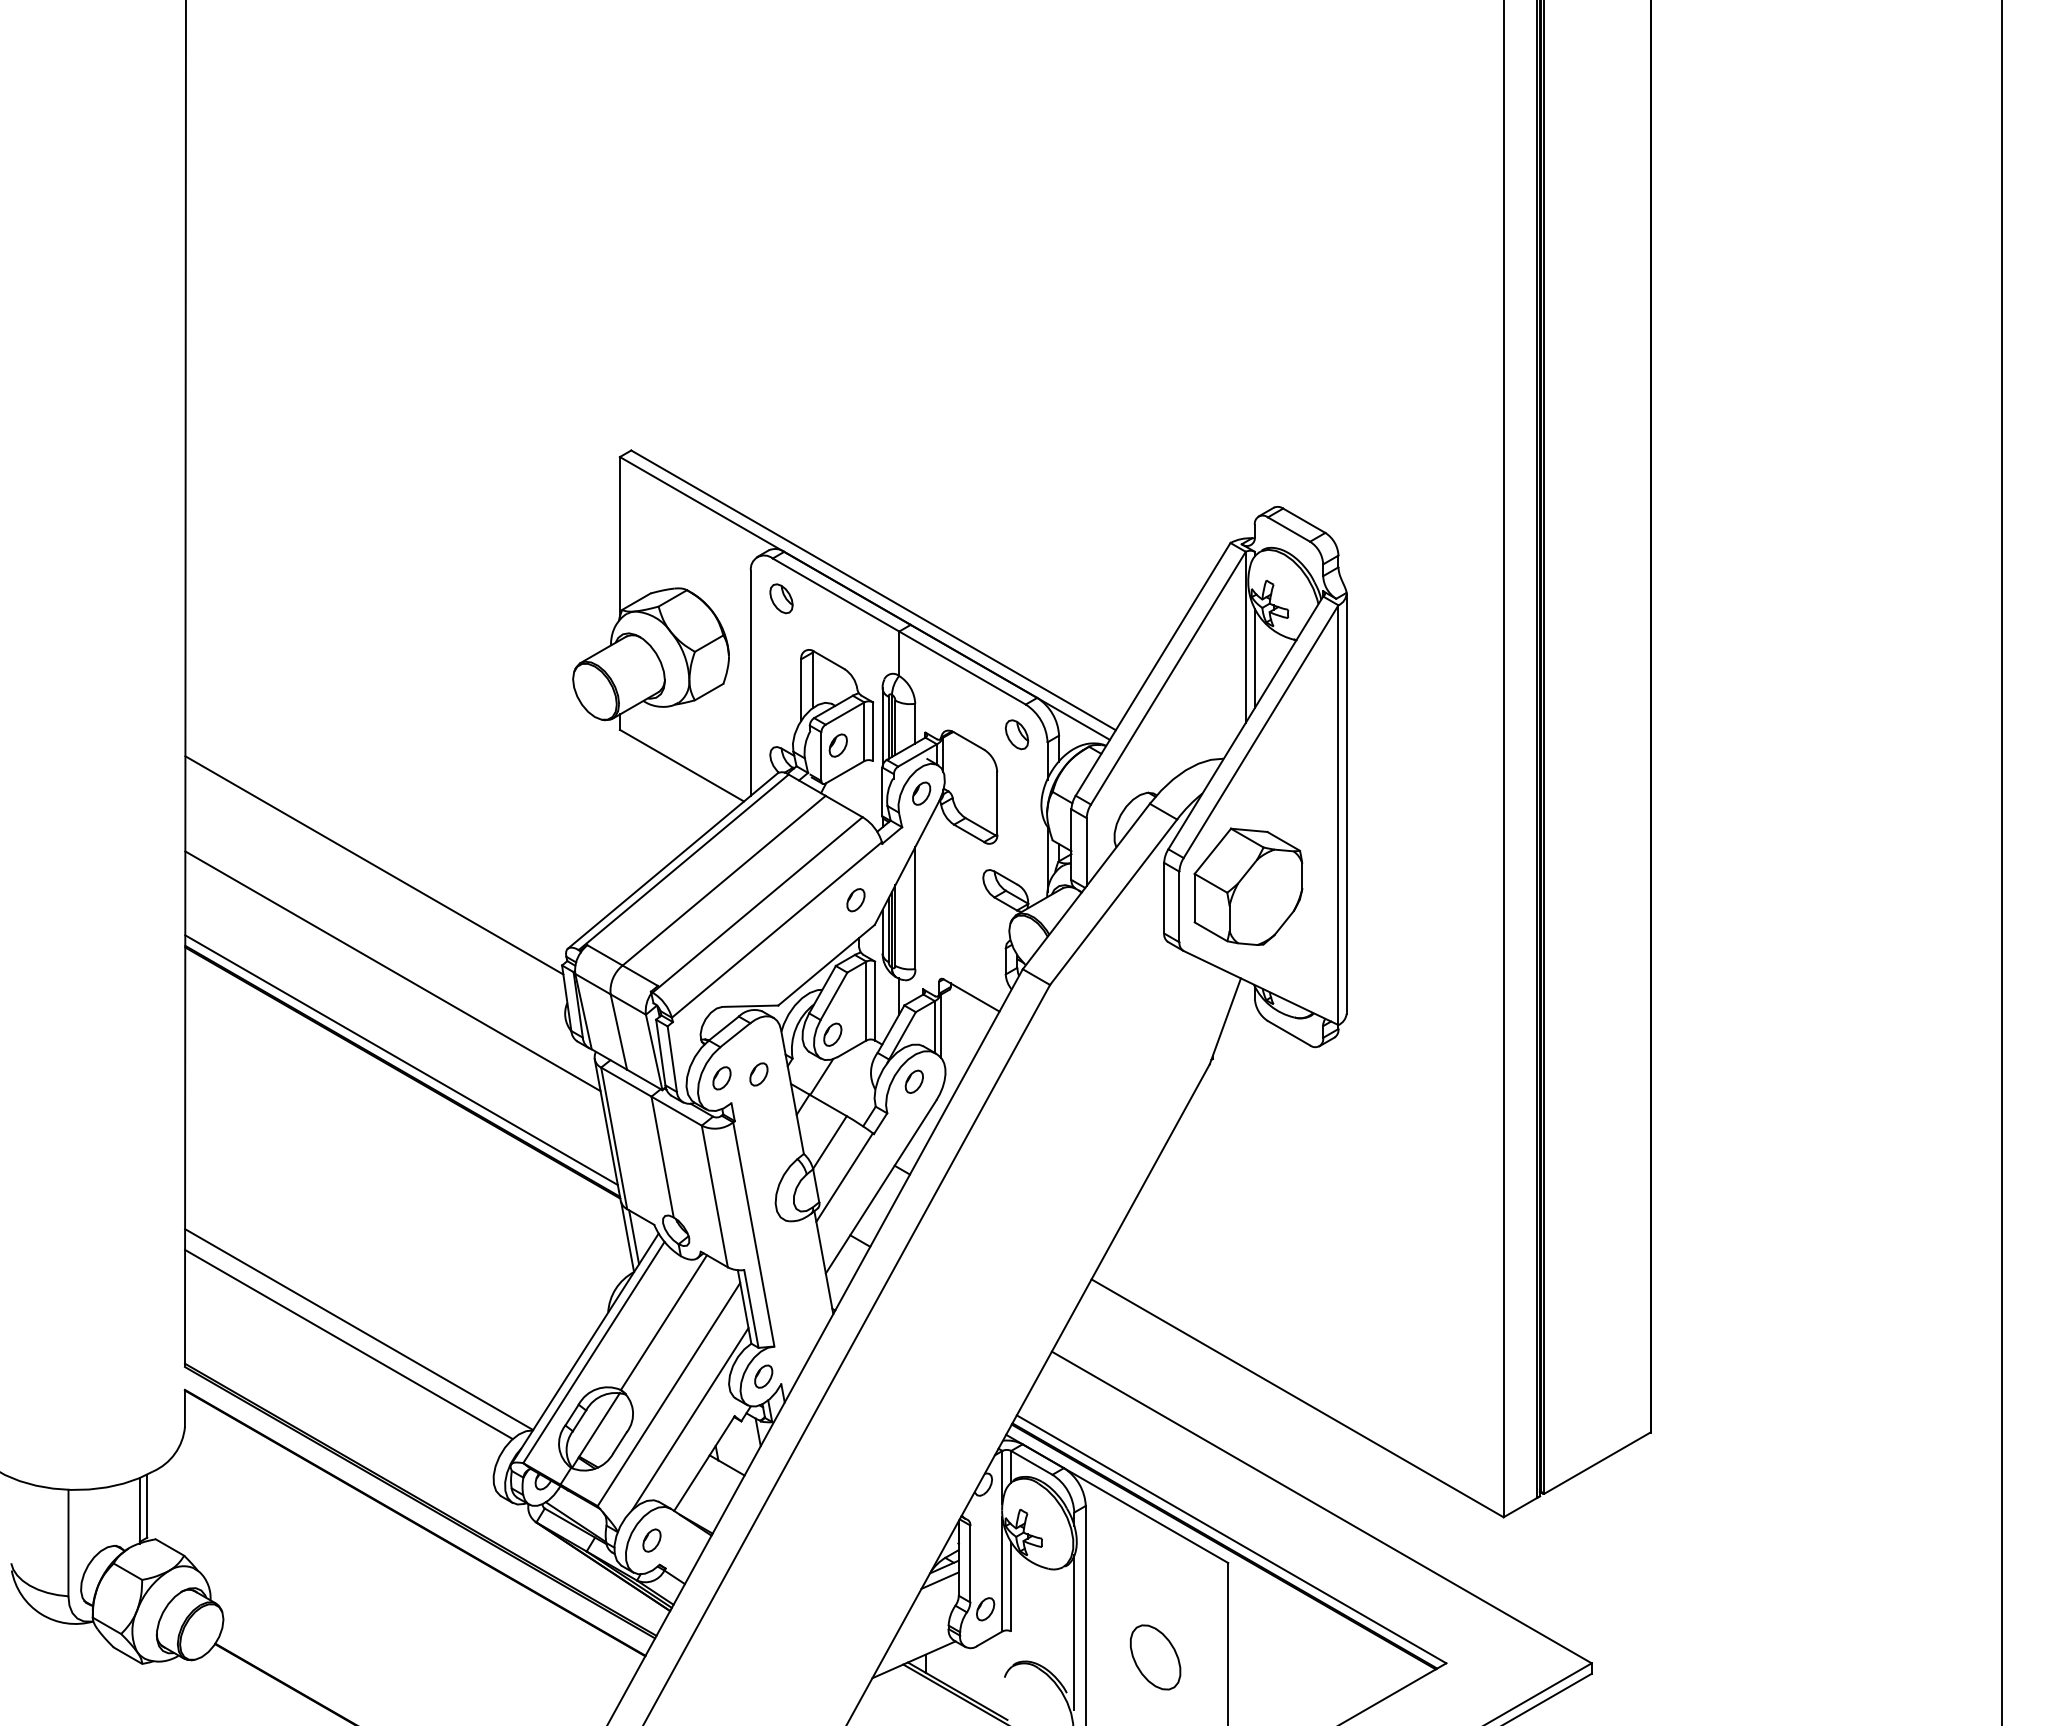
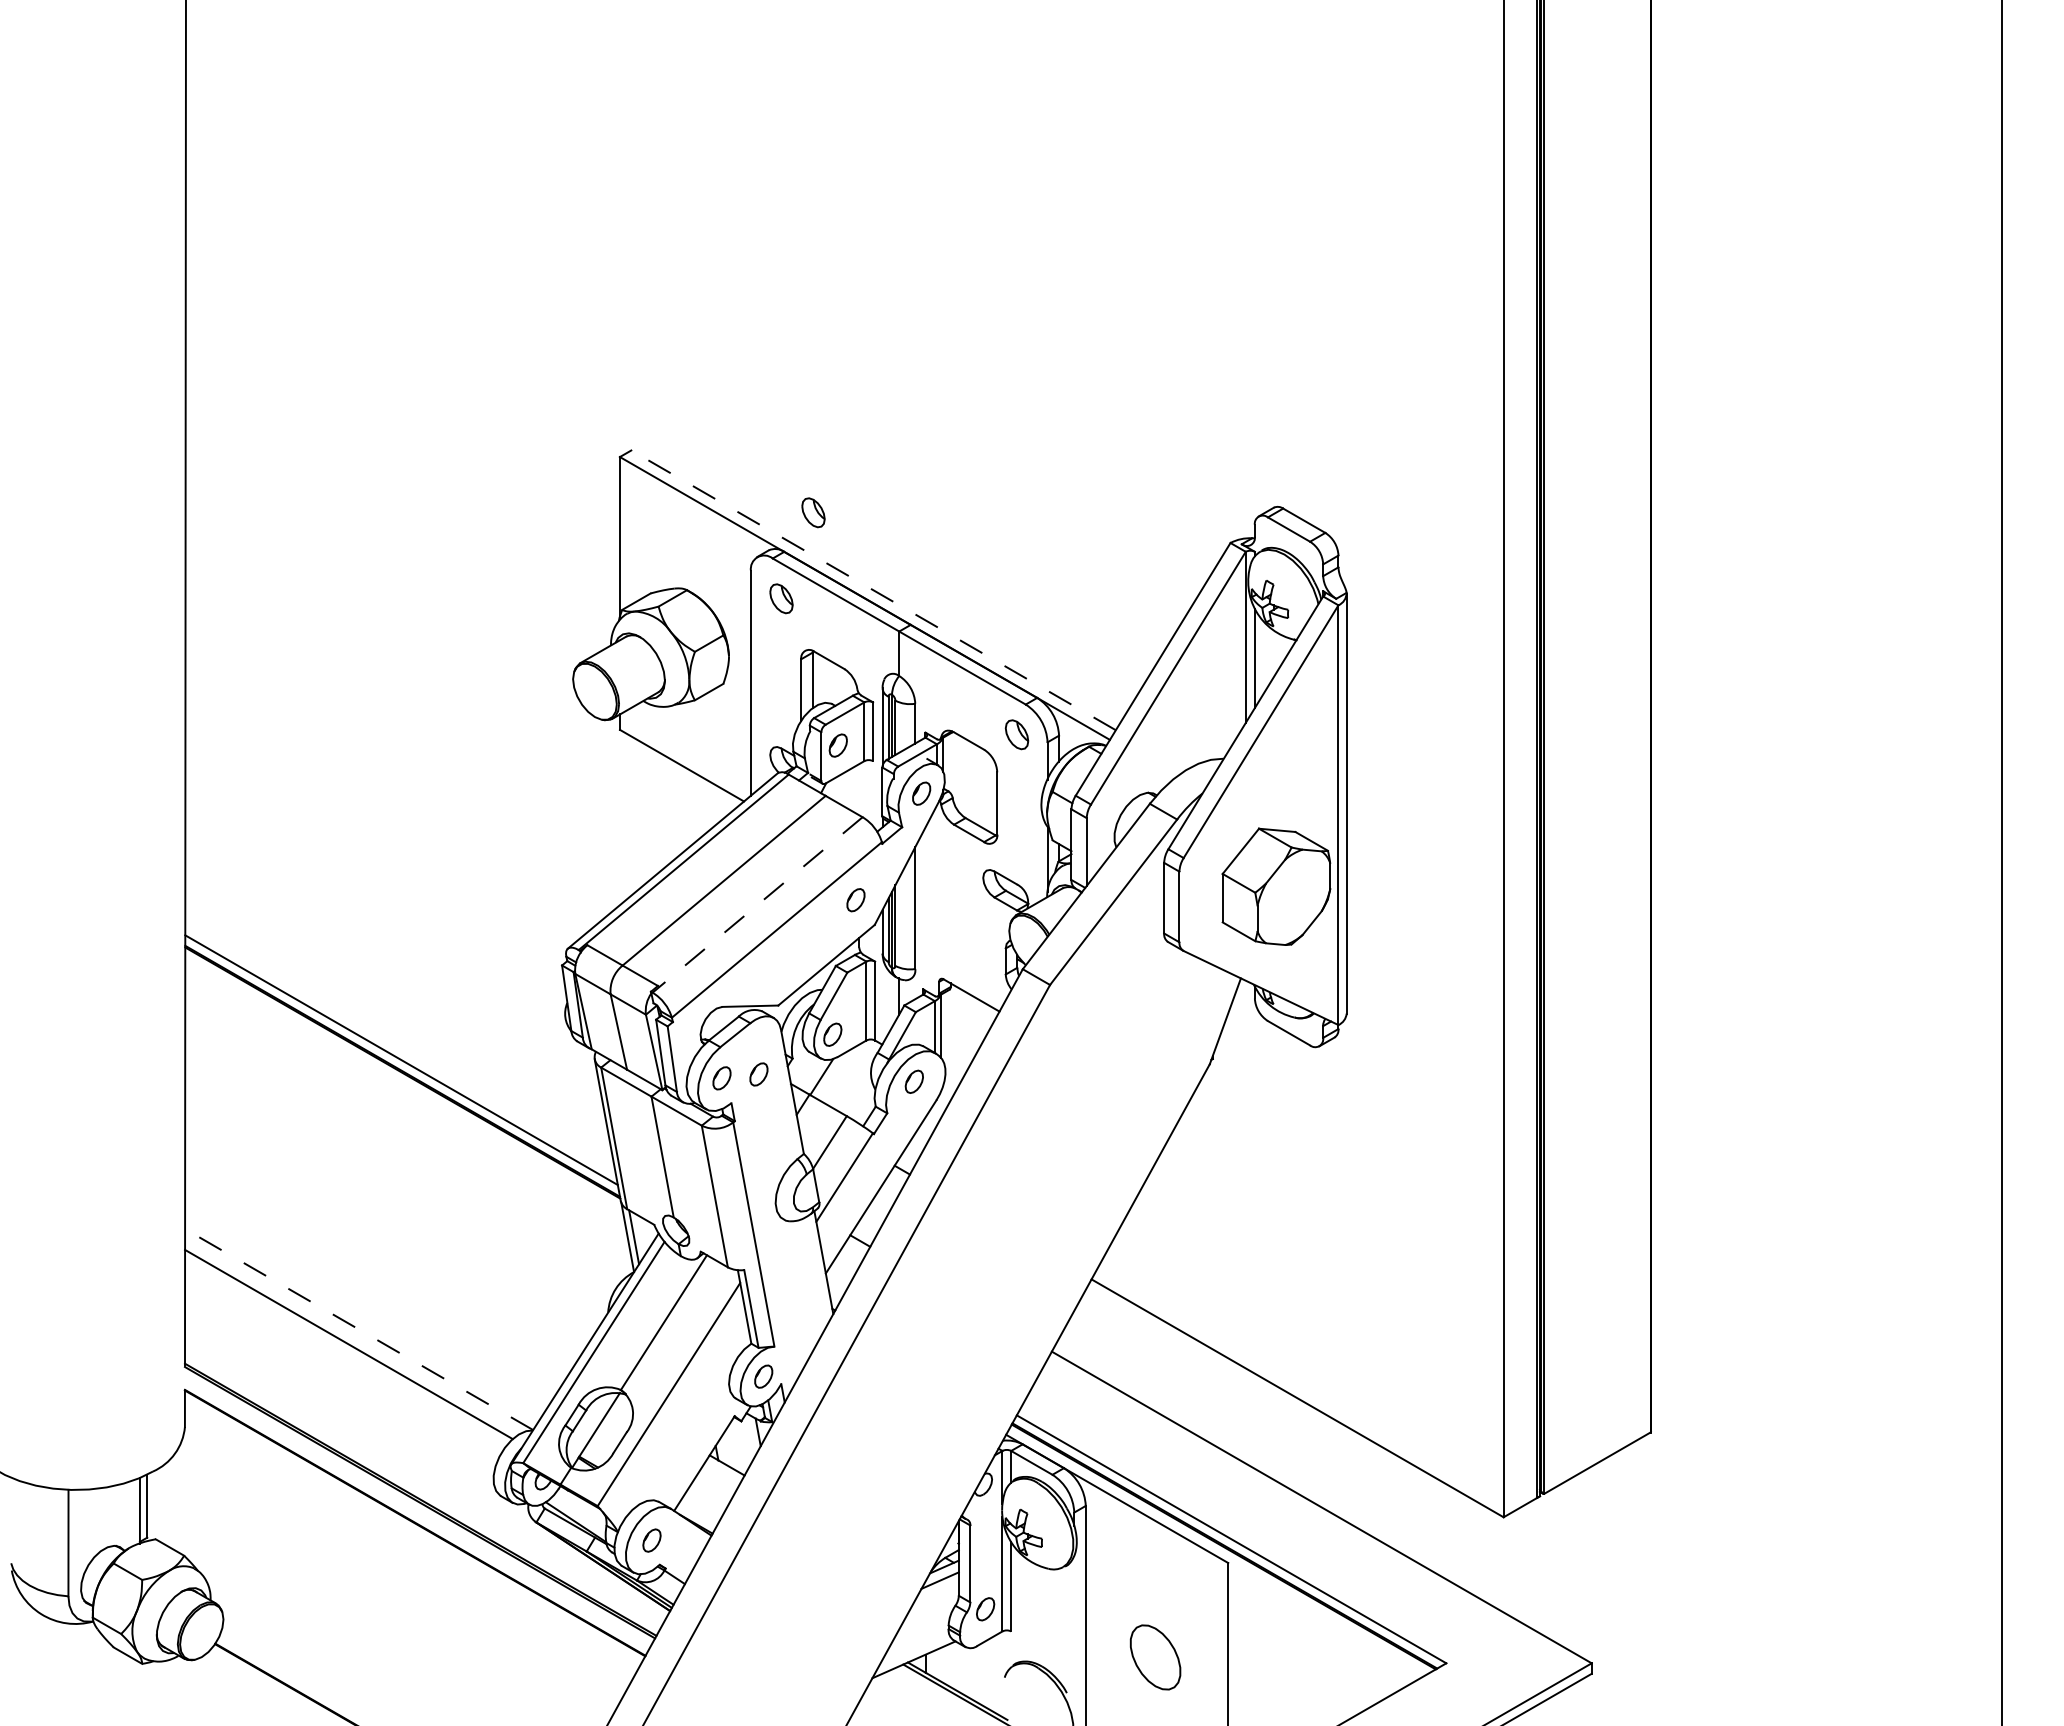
part at (813, 512): none -> present
line at (873, 590): solid -> dashed
line at (374, 865): present -> none
part at (1248, 886) position: (1248, 886) -> (1276, 886)
line at (757, 904): solid -> dashed
line at (392, 971): present -> none
line at (359, 1329): solid -> dashed
line at (690, 1418): present -> none
line at (1074, 1632): present -> none
